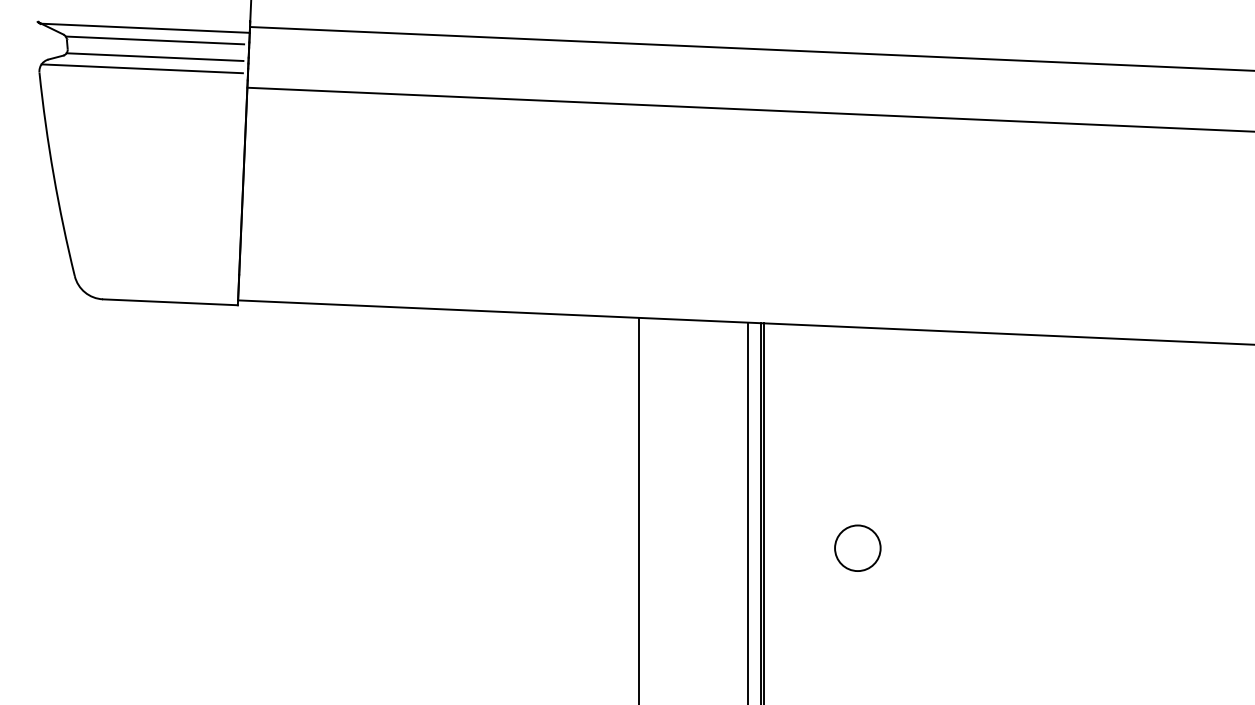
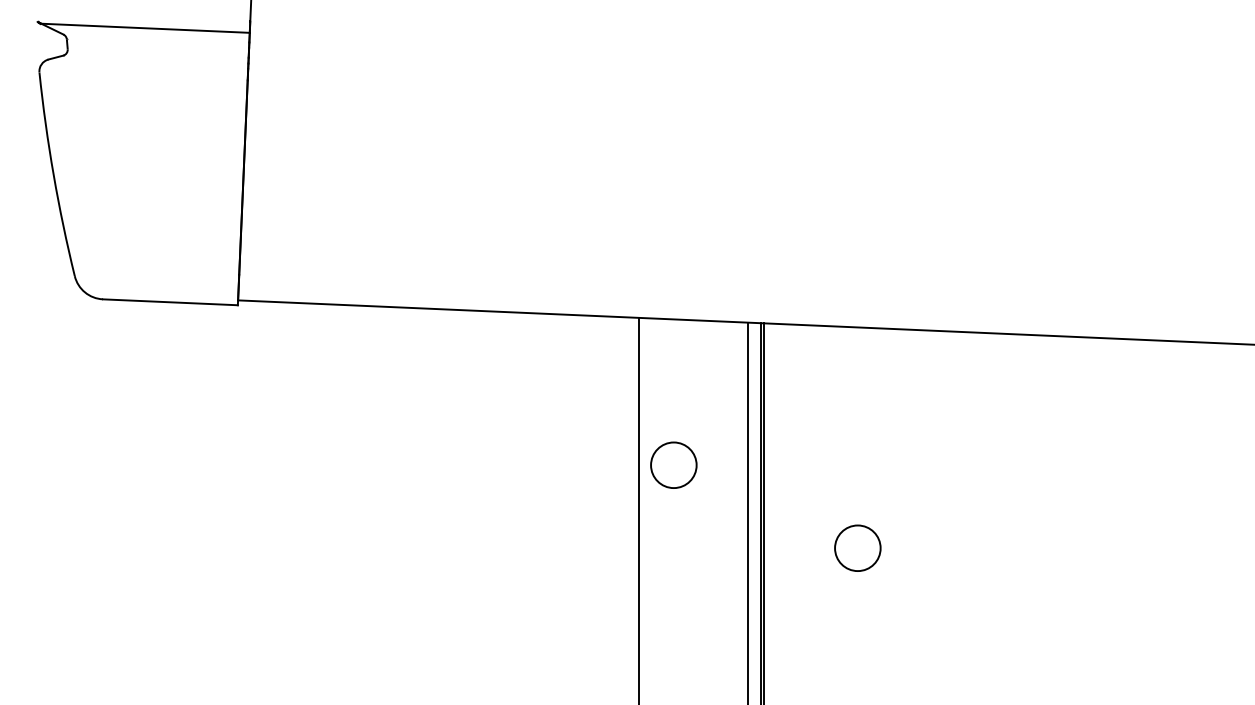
line at (154, 40): present -> none
line at (750, 48): present -> none
line at (154, 57): present -> none
line at (141, 68): present -> none
line at (749, 109): present -> none
circle at (673, 464): none -> present
